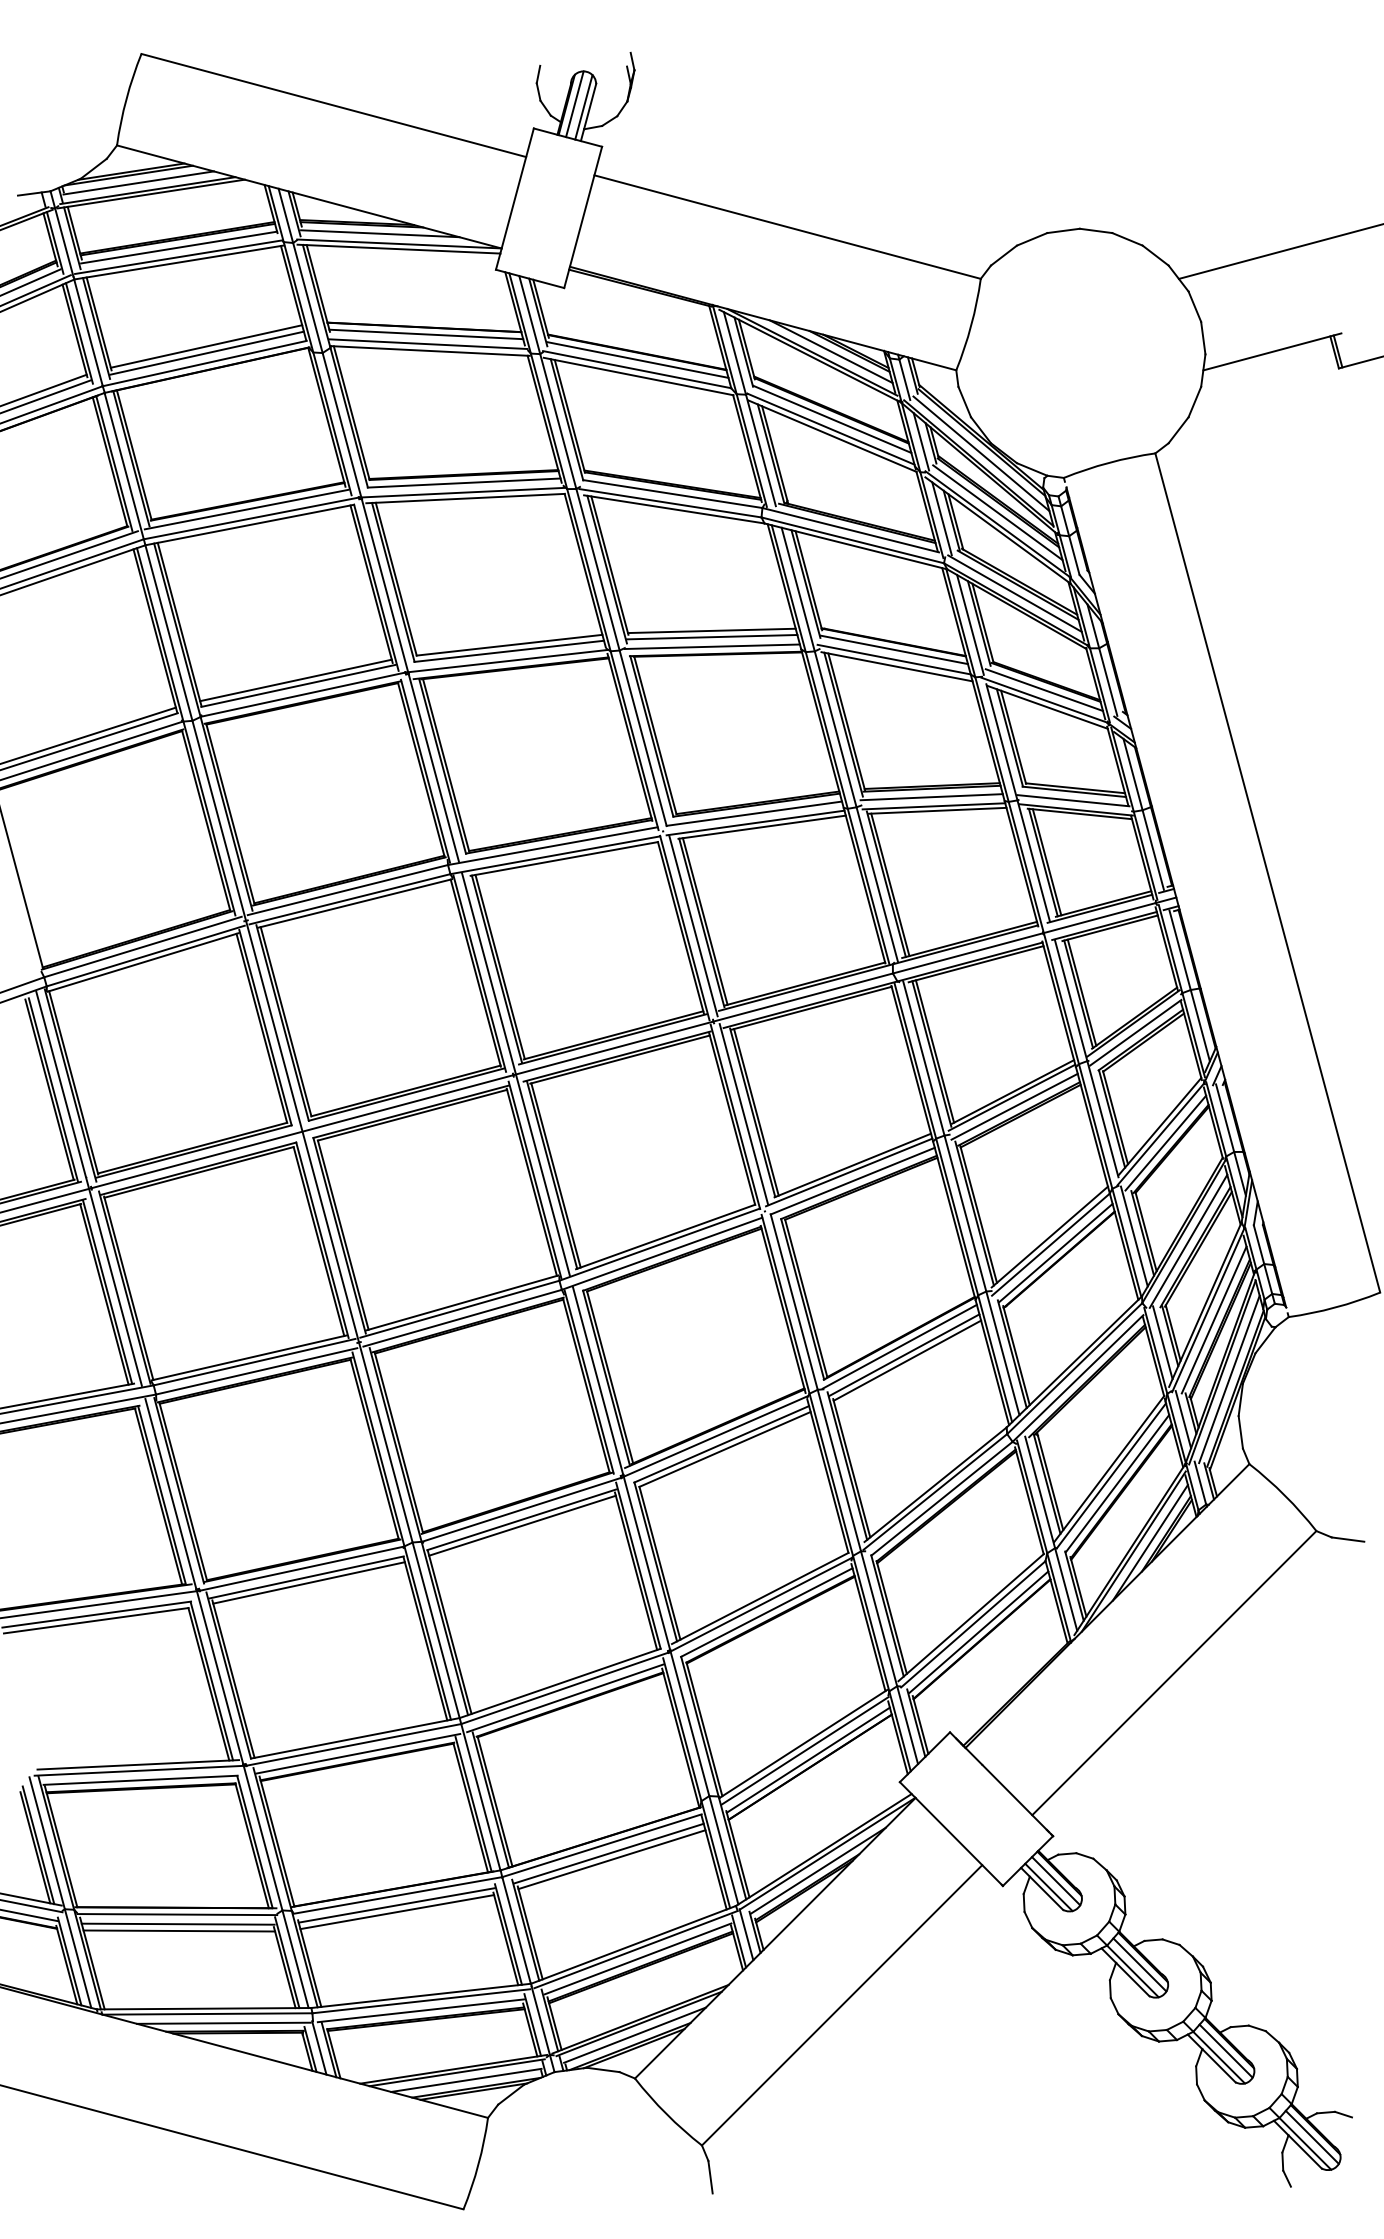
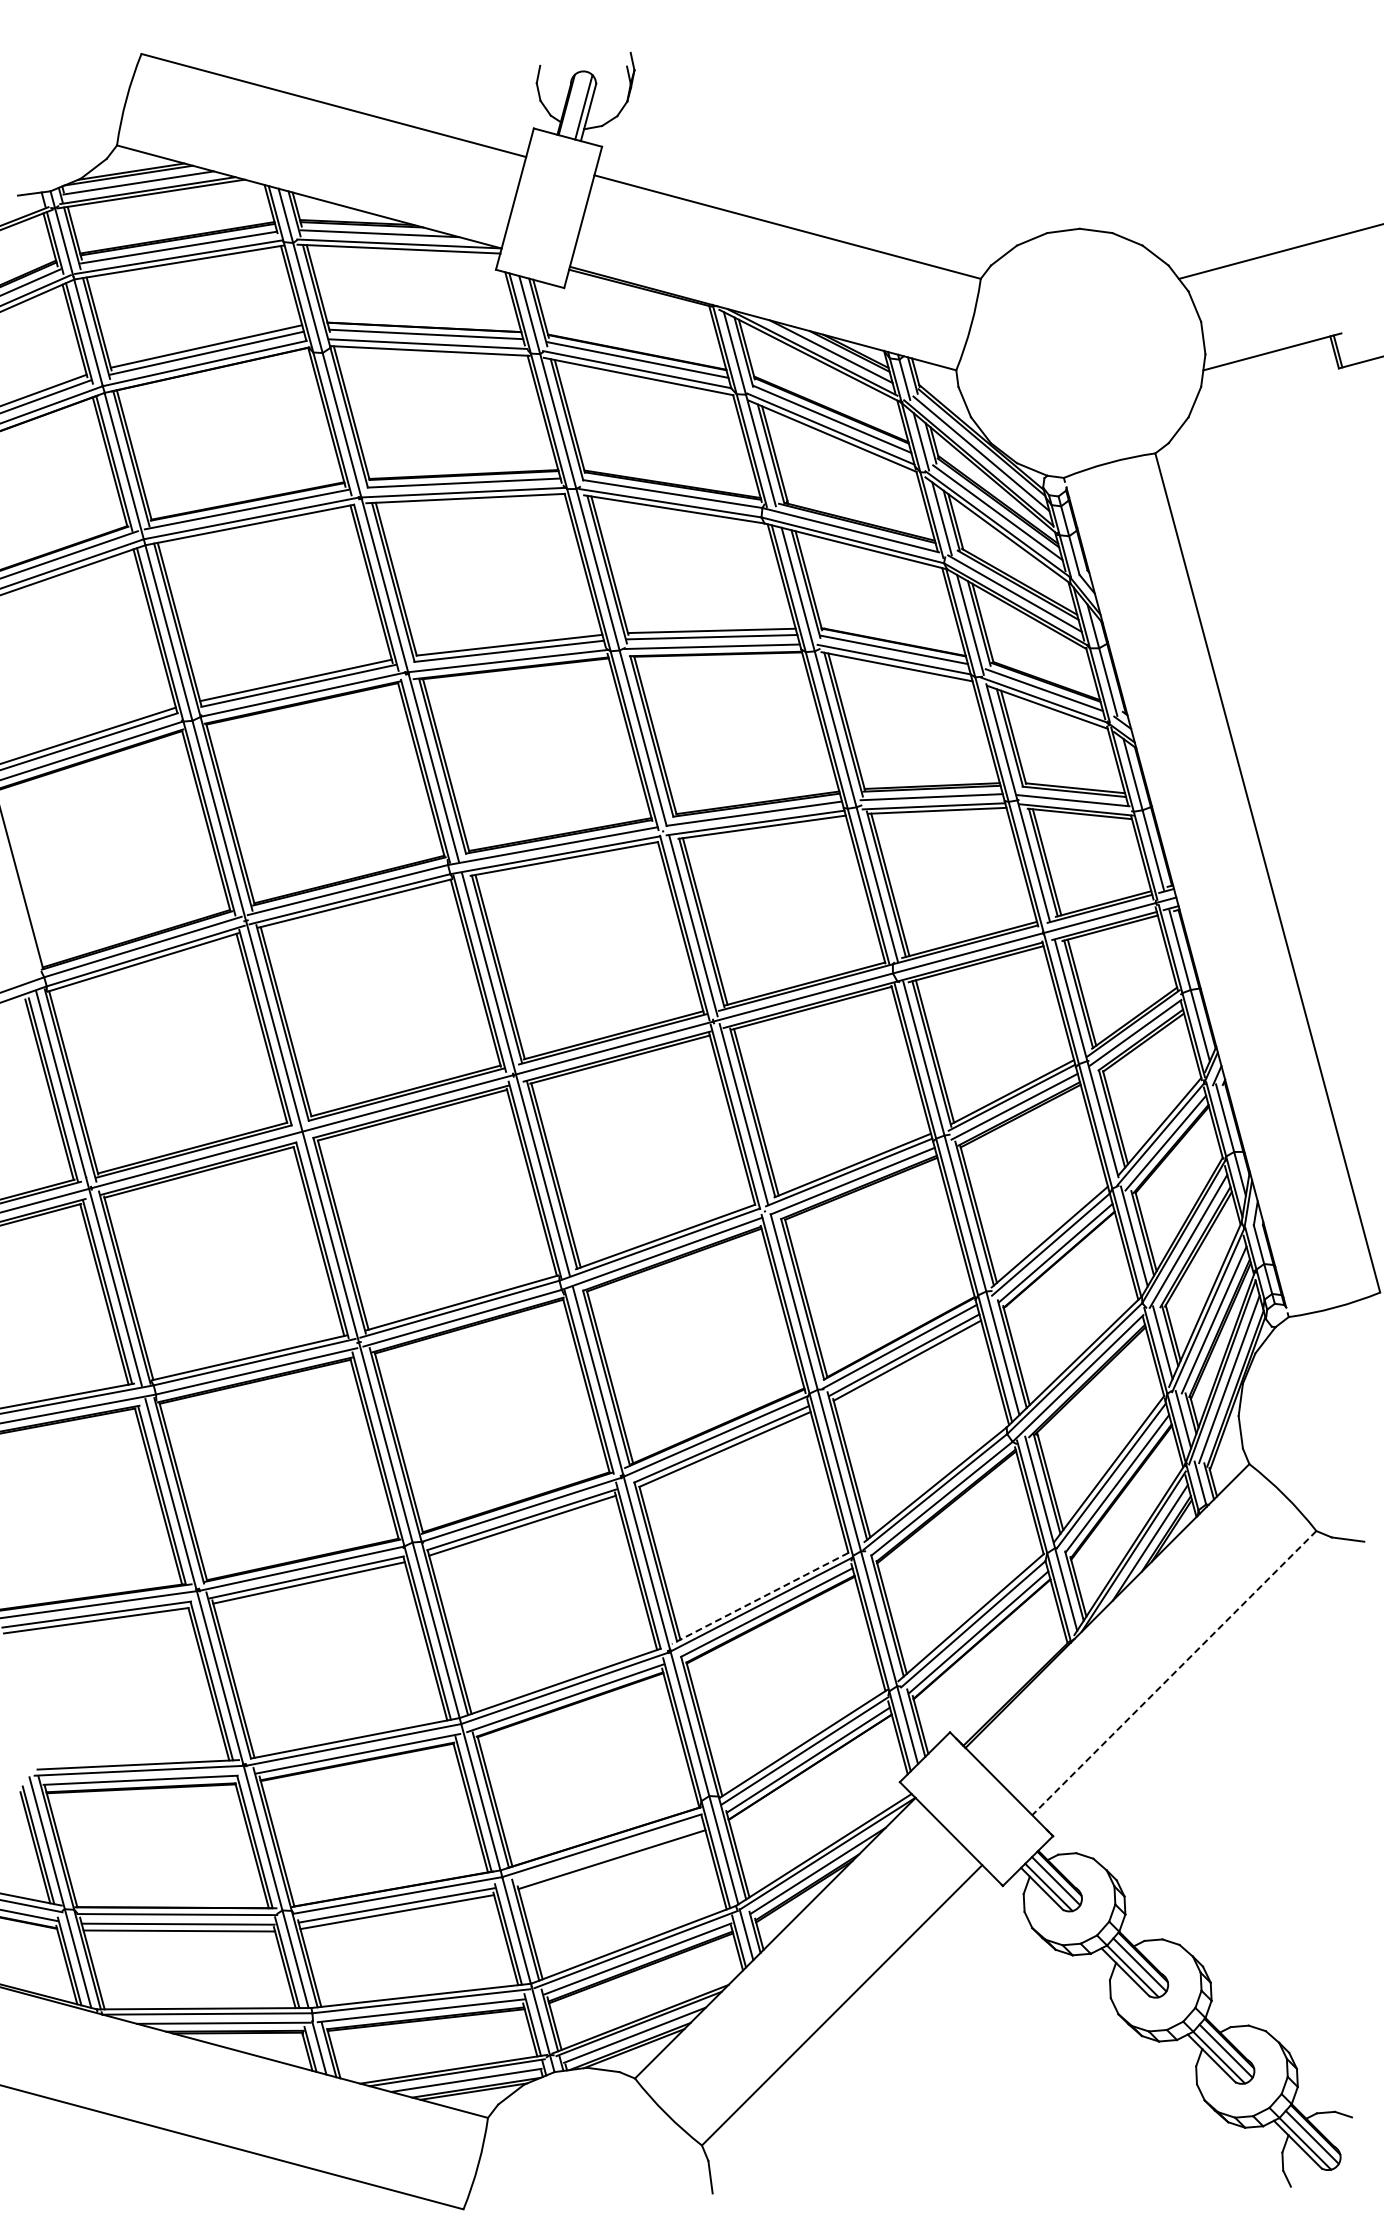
line at (574, 104): present -> none
line at (759, 1598): solid -> dashed
line at (1174, 1673): solid -> dashed
line at (608, 1853): present -> none
